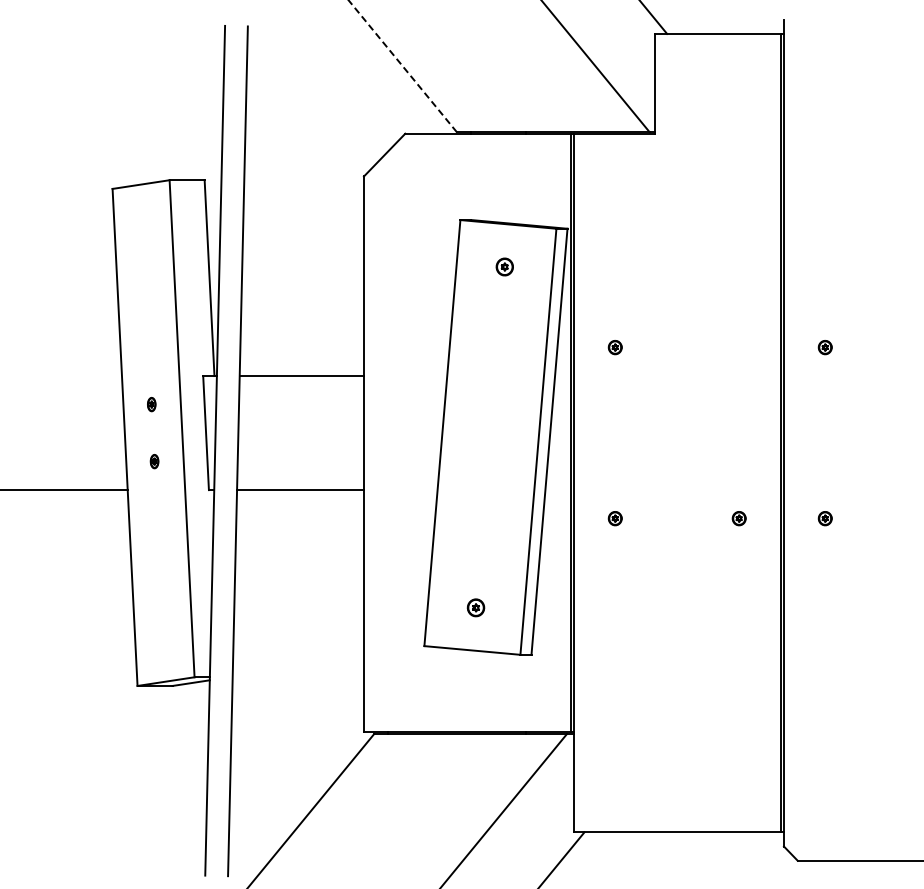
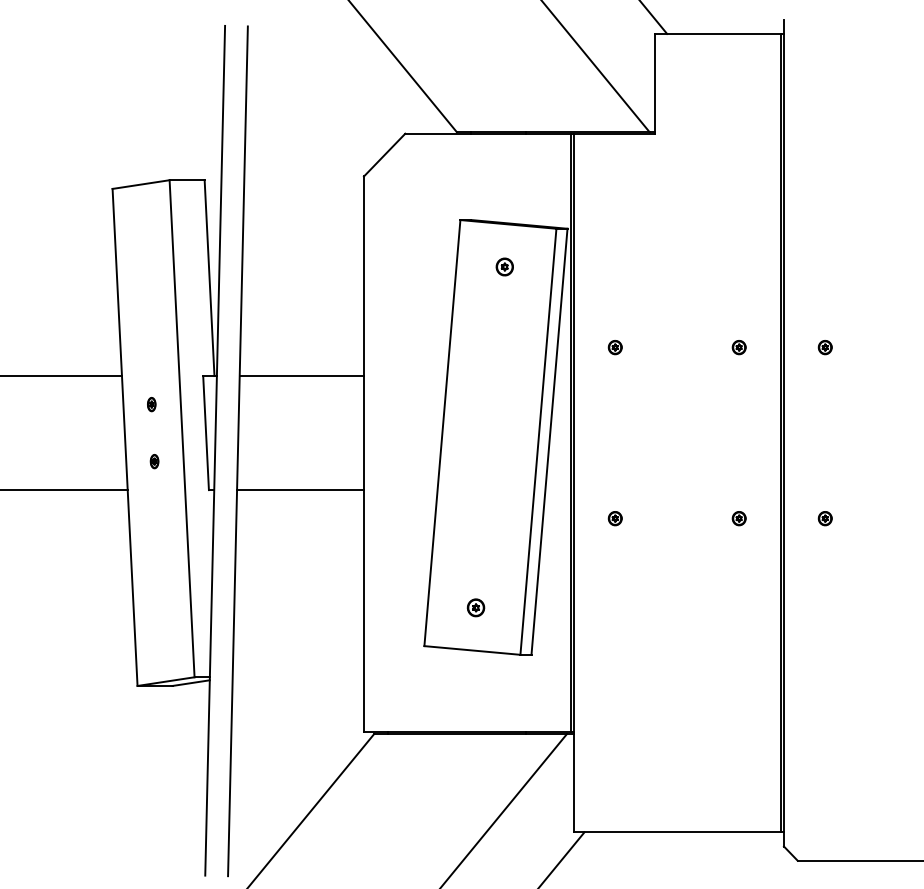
line at (402, 65): dashed -> solid
part at (738, 347): none -> present
line at (61, 376): none -> present
